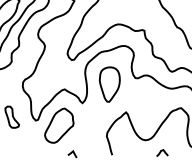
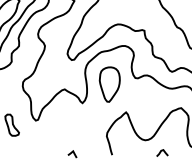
part at (11, 116) position: (11, 116) -> (11, 124)
part at (59, 125): present -> none
